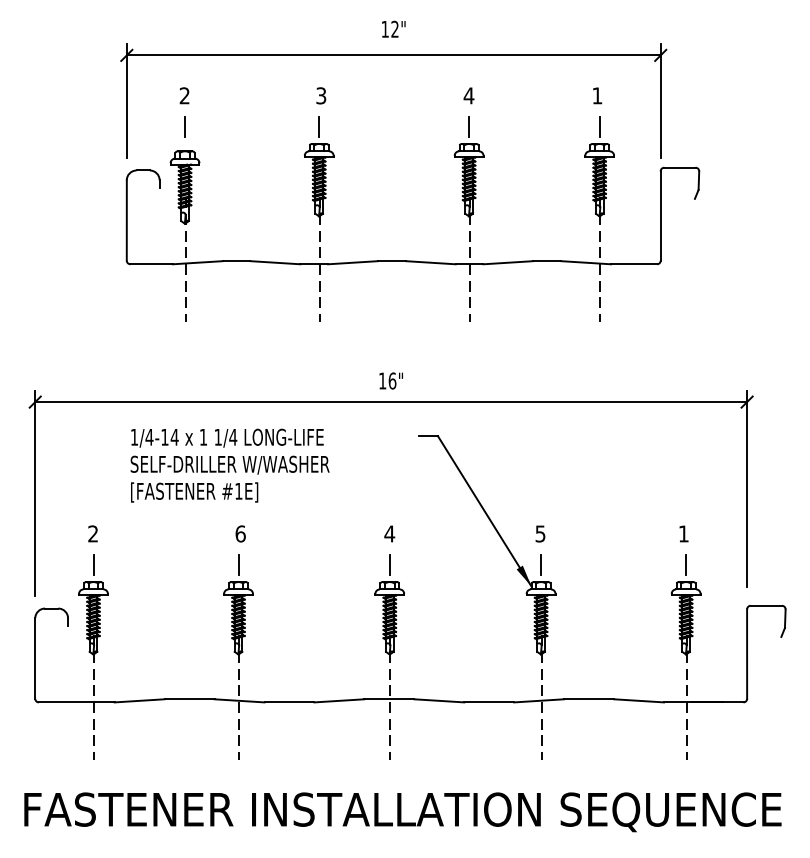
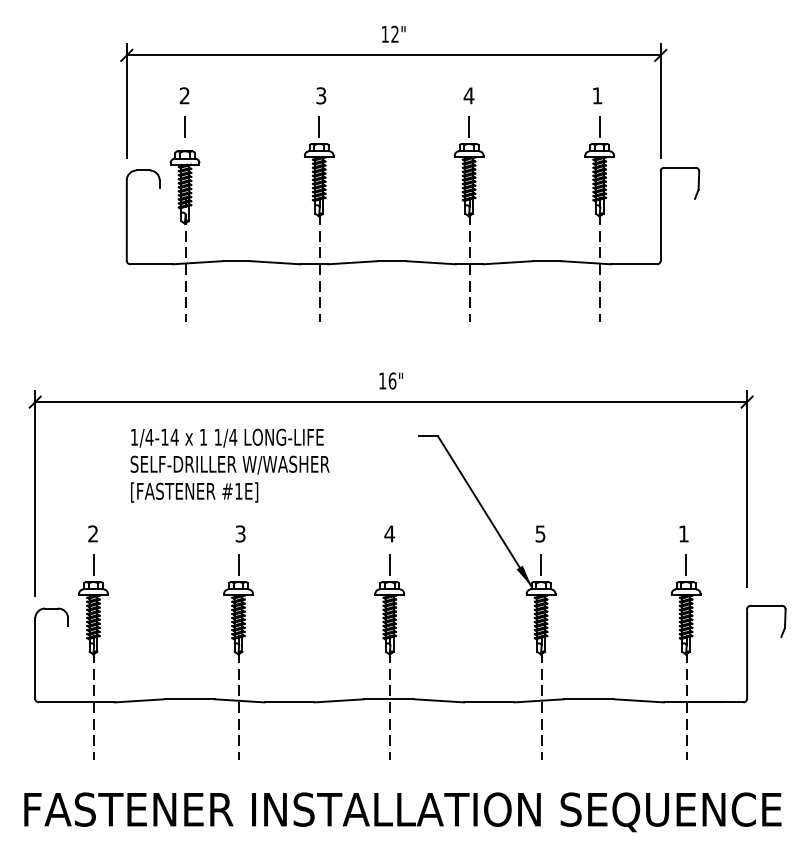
text at (393, 28) position: (393, 28) -> (393, 33)
text at (240, 533): 6 -> 3
